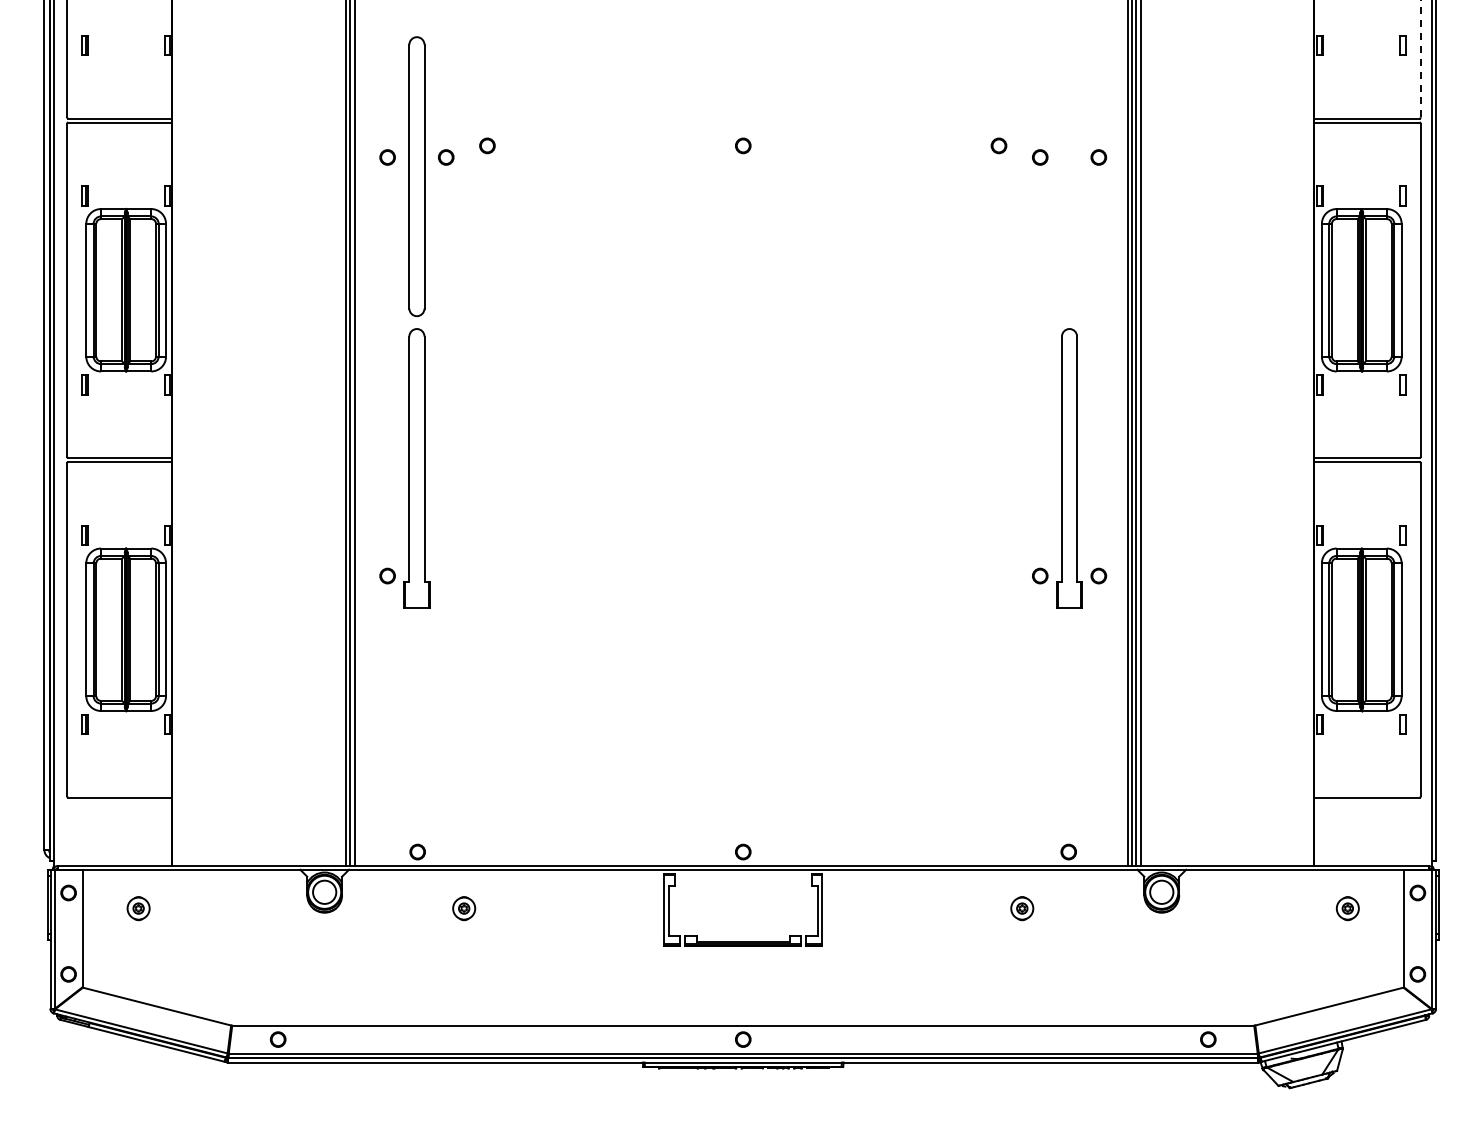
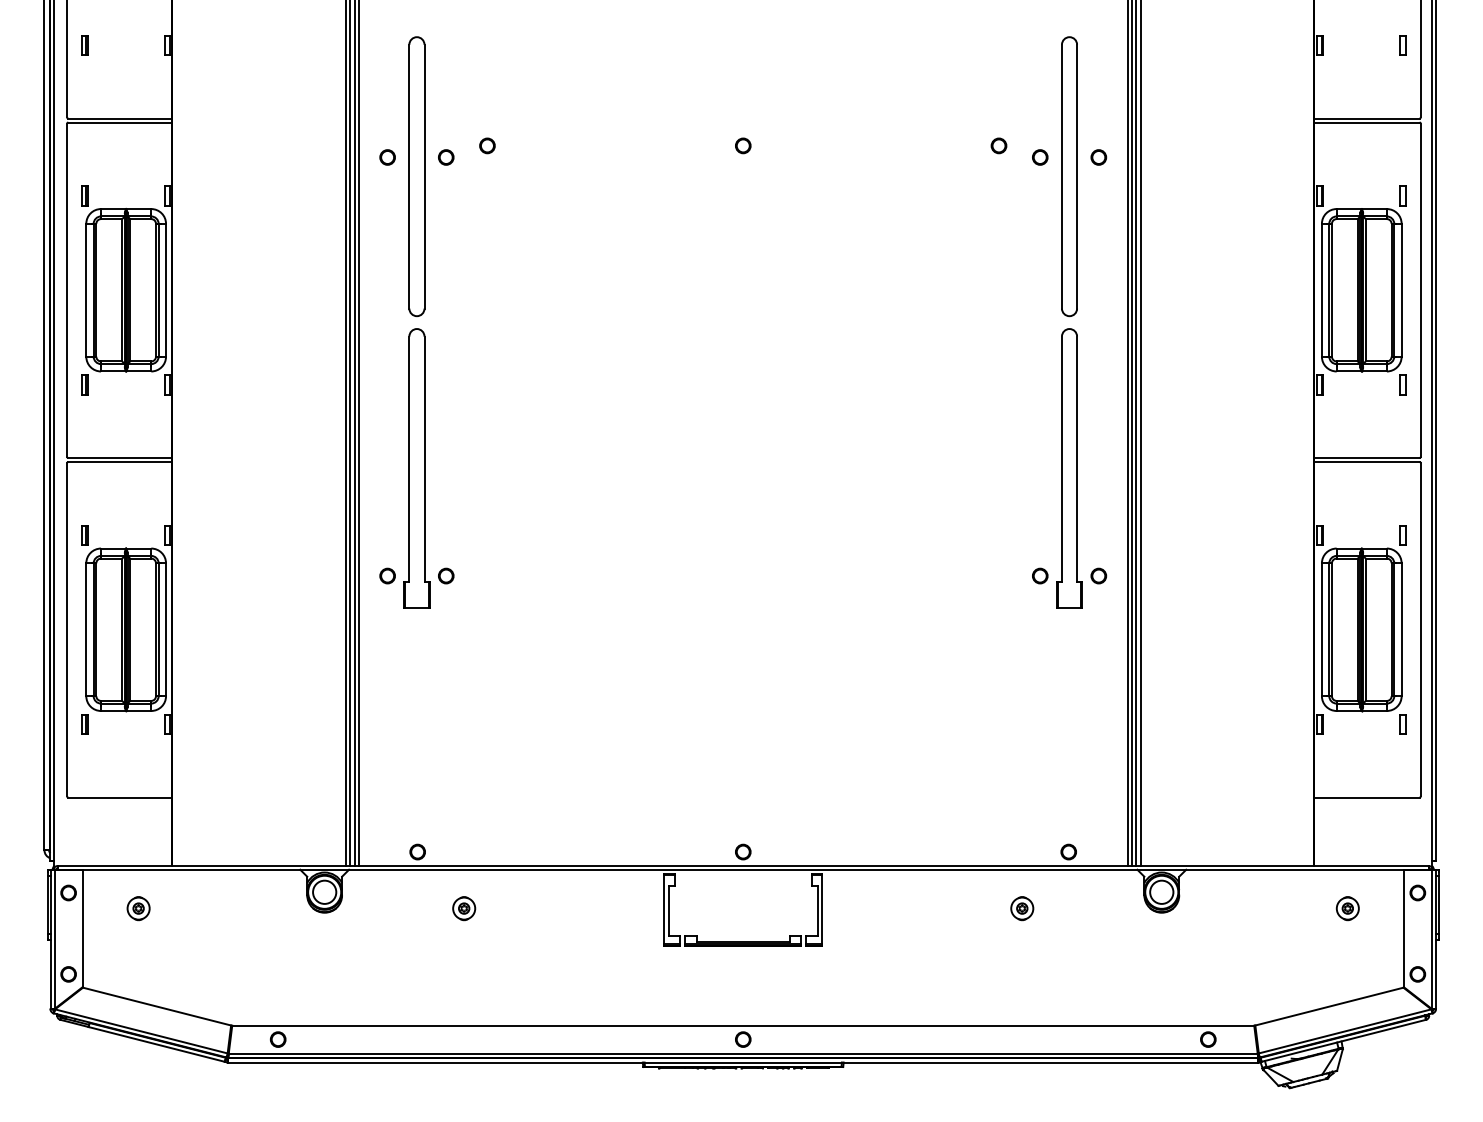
line at (1420, 58): dashed -> solid
part at (1069, 176): none -> present
line at (358, 434): none -> present
part at (446, 575): none -> present
